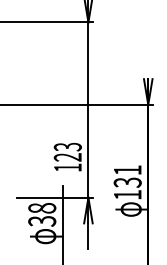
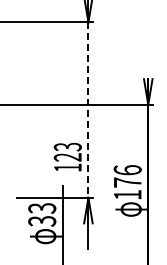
line at (88, 110): solid -> dashed
text at (127, 176): 131 -> 176
text at (42, 208): 38 -> 33
